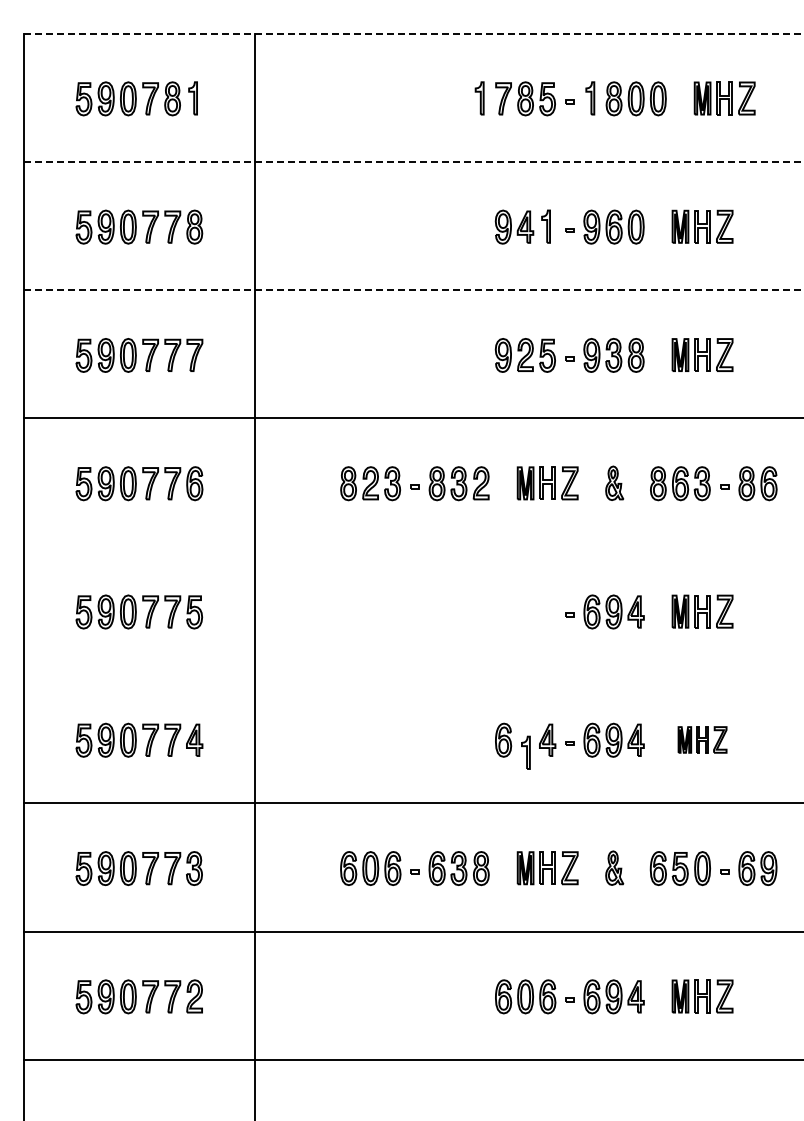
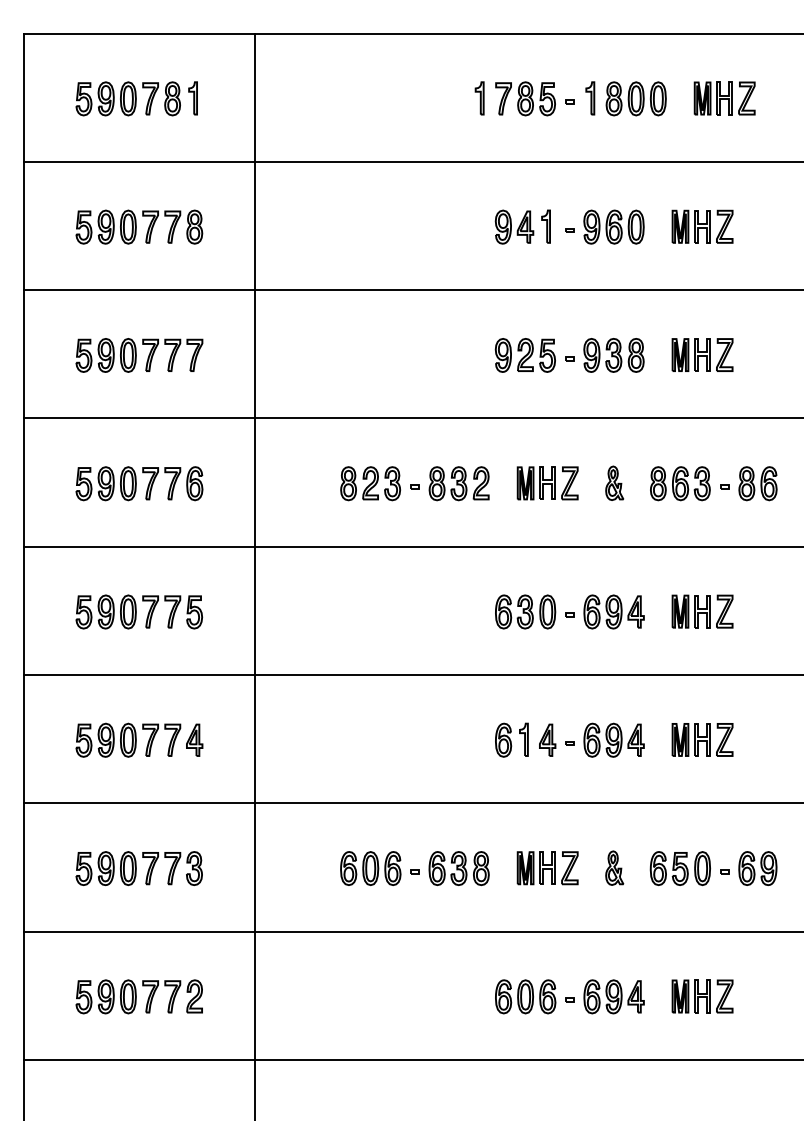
line at (413, 33): dashed -> solid
line at (413, 161): dashed -> solid
line at (413, 290): dashed -> solid
line at (412, 546): none -> present
part at (525, 611): none -> present
line at (412, 675): none -> present
part at (702, 739) size: 51x28 px -> 63x34 px
part at (525, 752) position: (525, 752) -> (523, 739)
